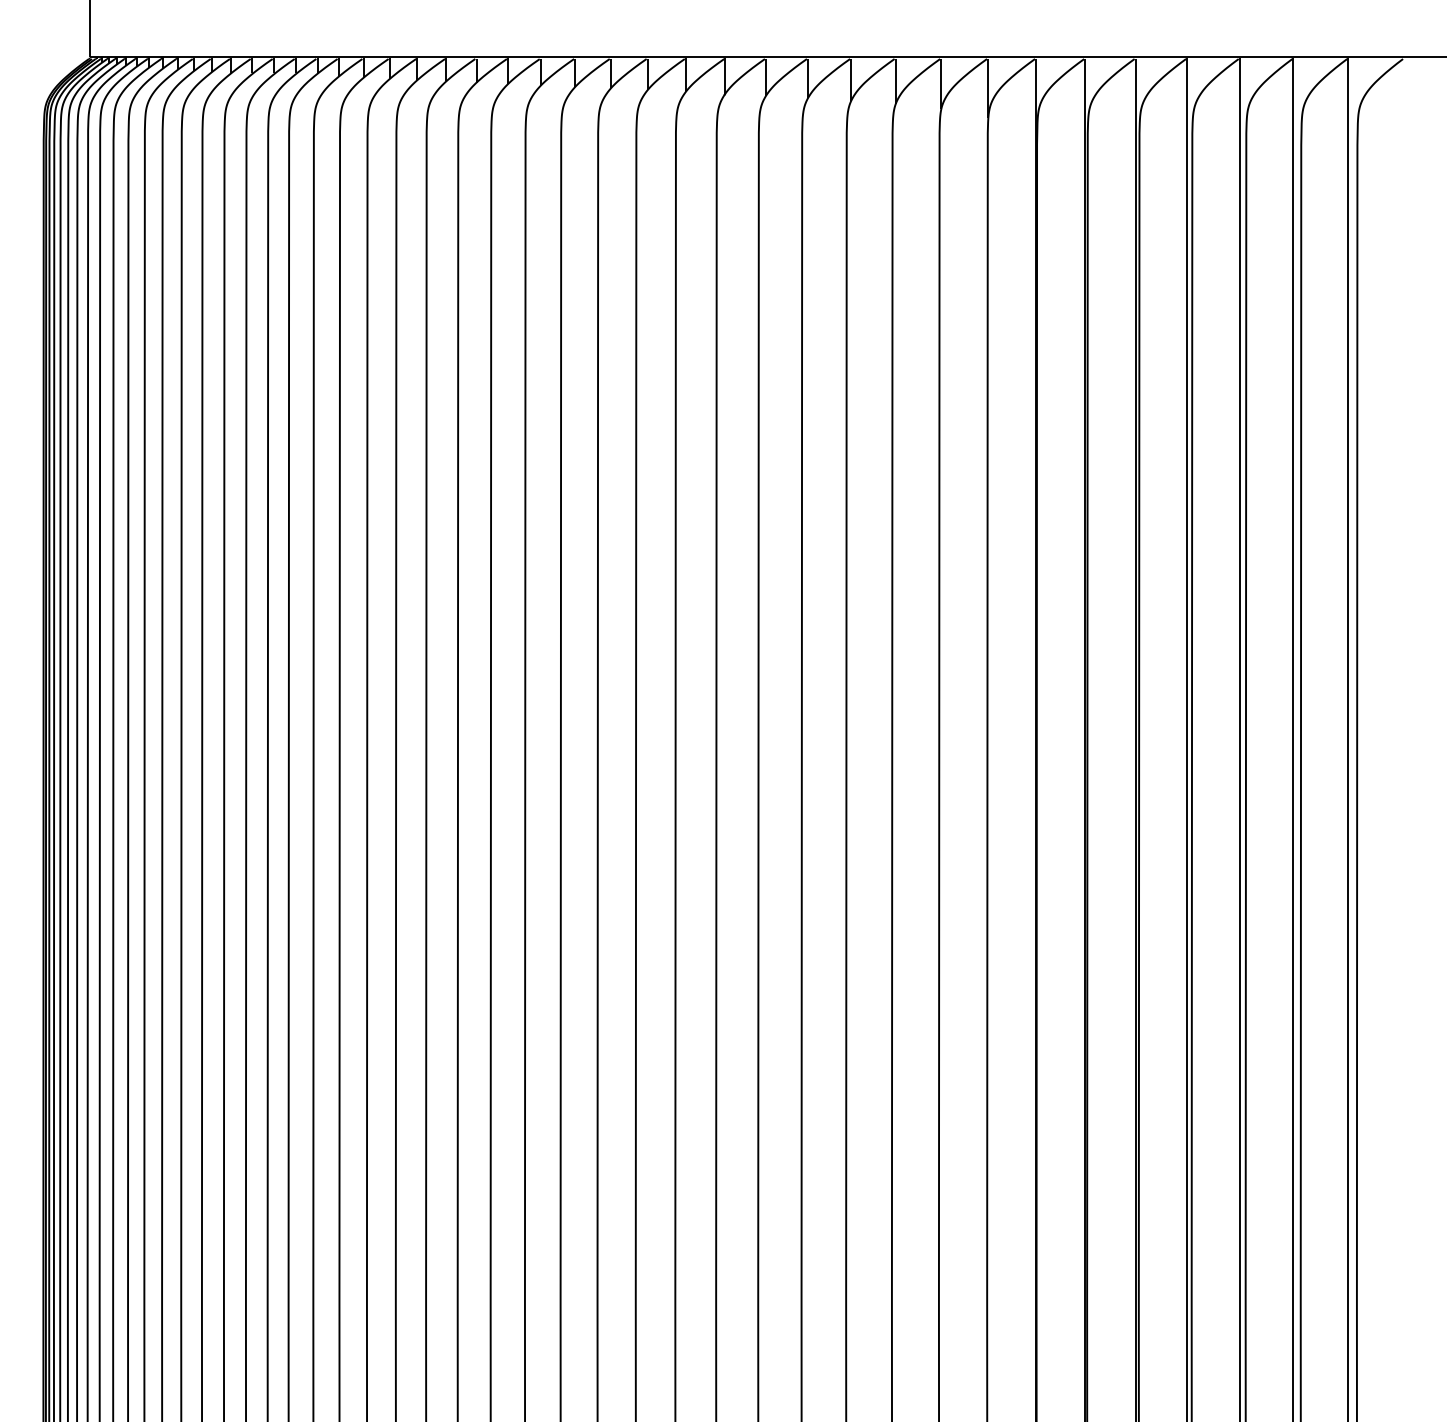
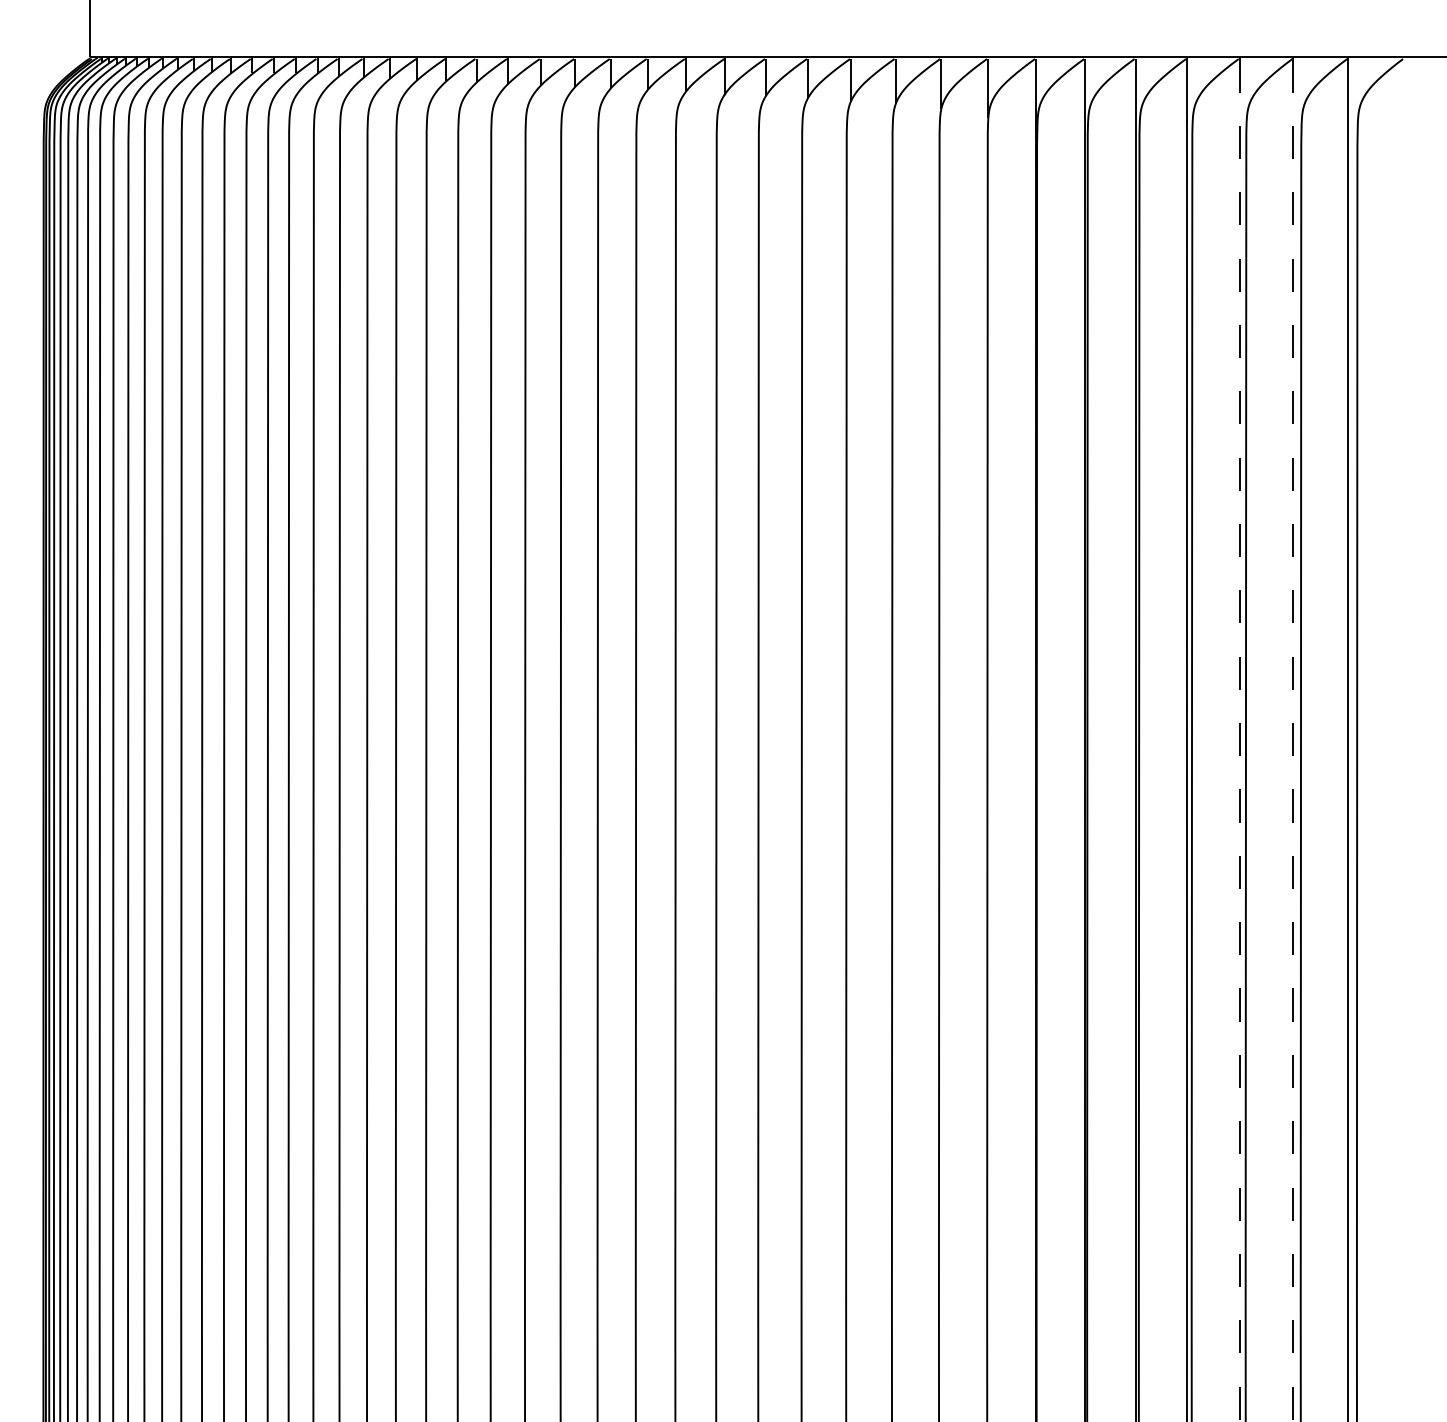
line at (1239, 741): solid -> dashed
line at (1293, 741): solid -> dashed
